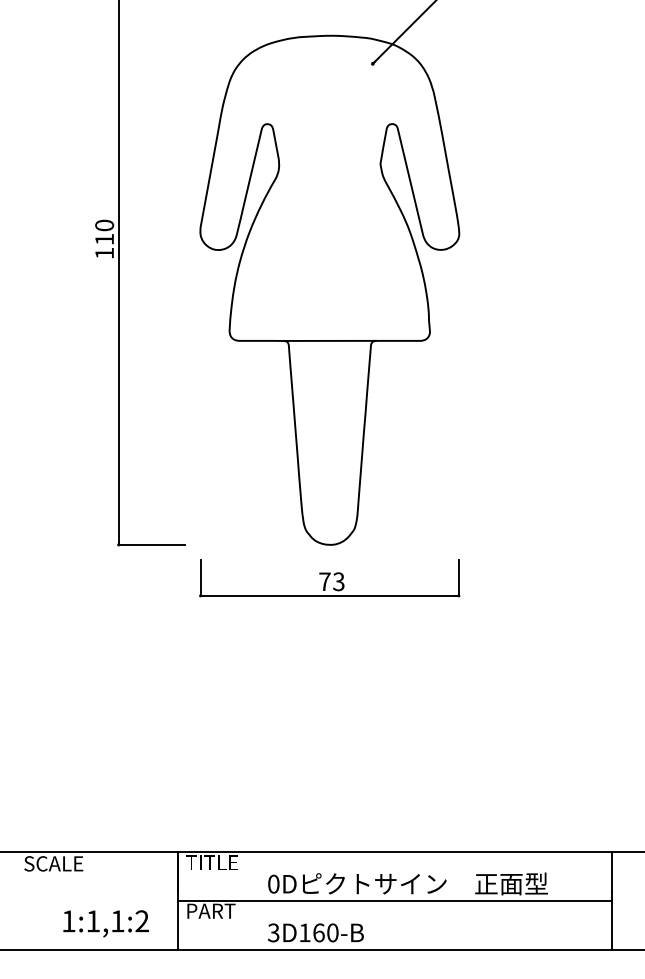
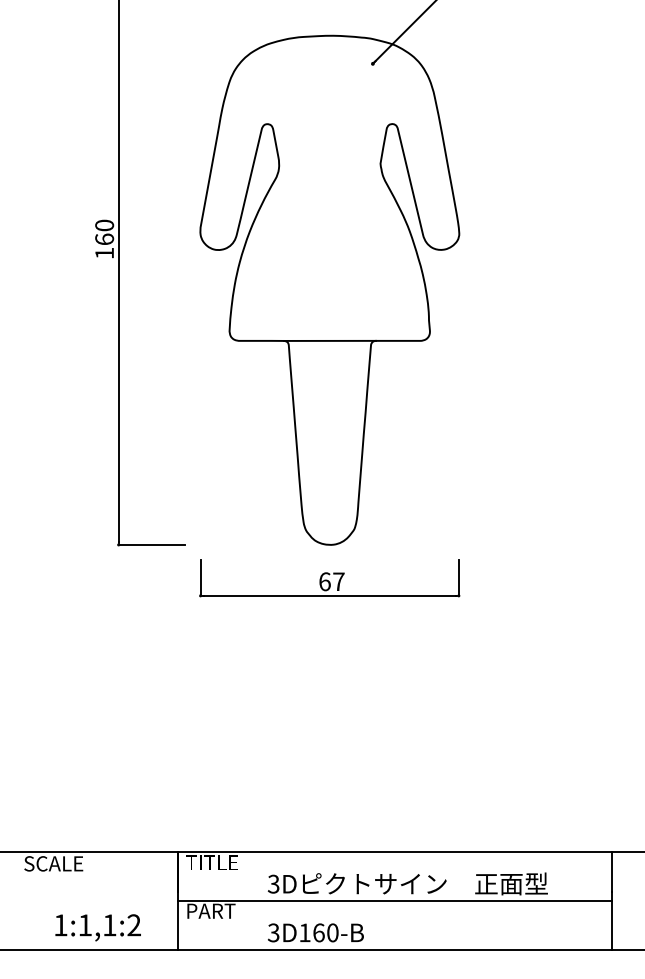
text at (104, 238): 110 -> 160
text at (331, 581): 73 -> 67
text at (273, 883): 0D -> 3D
text at (105, 923) position: (105, 923) -> (97, 927)
